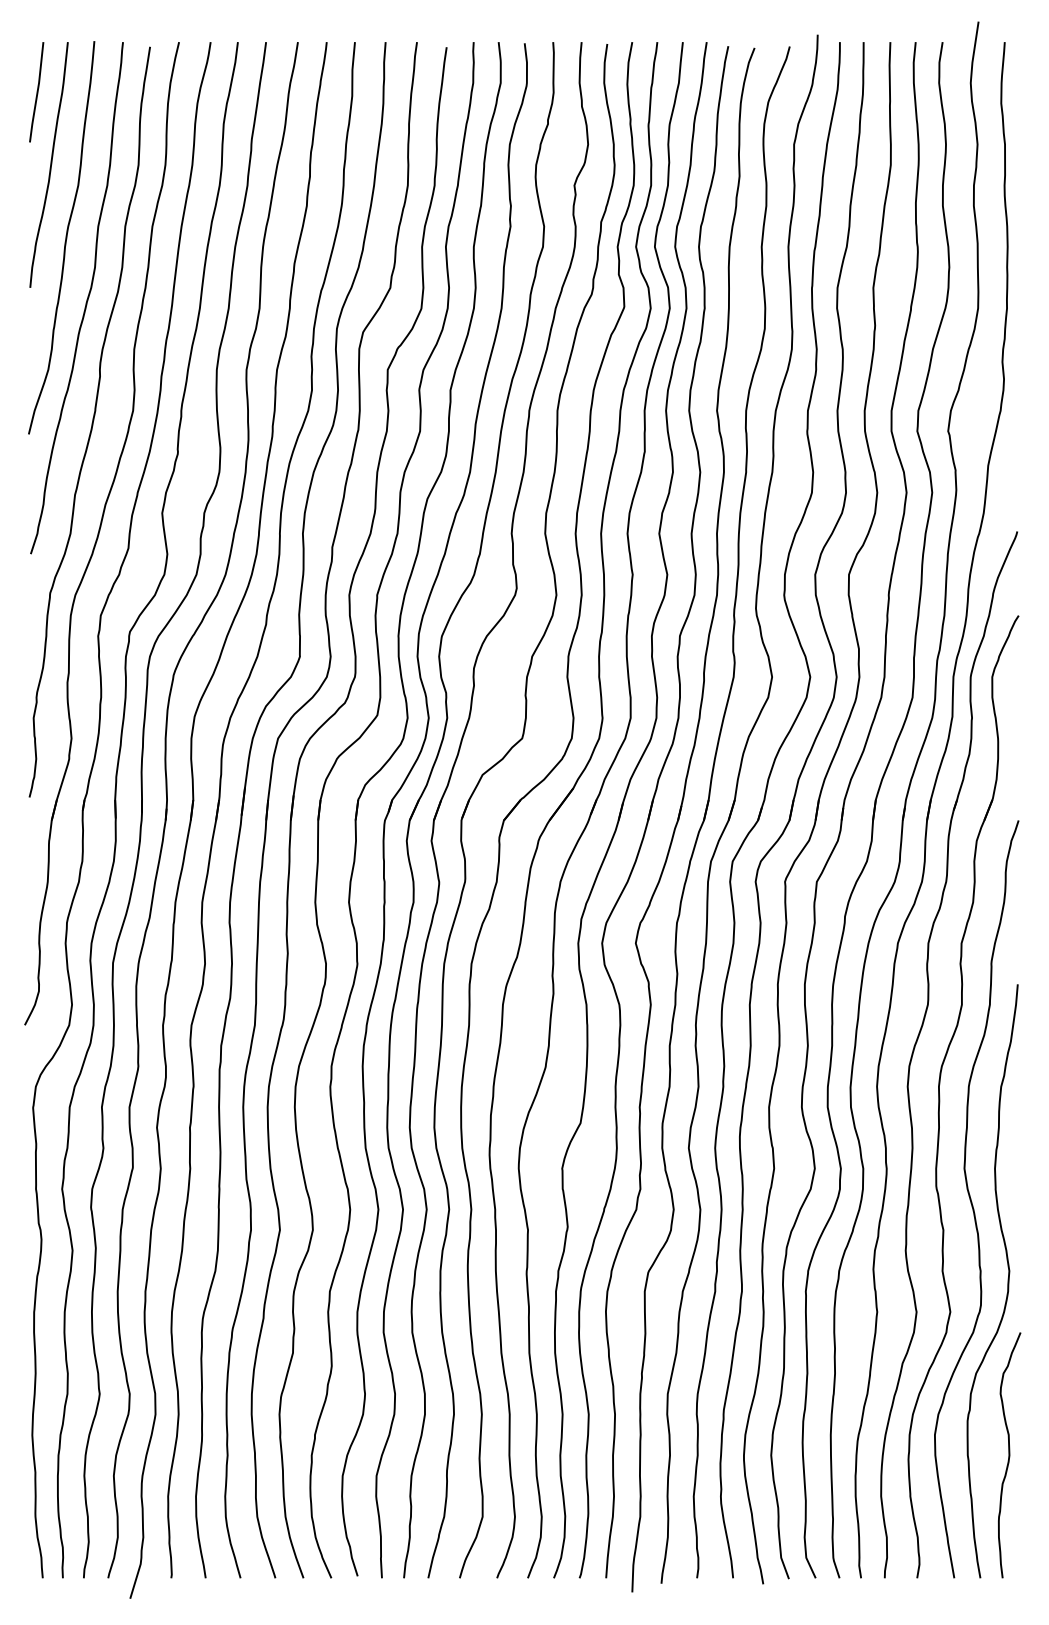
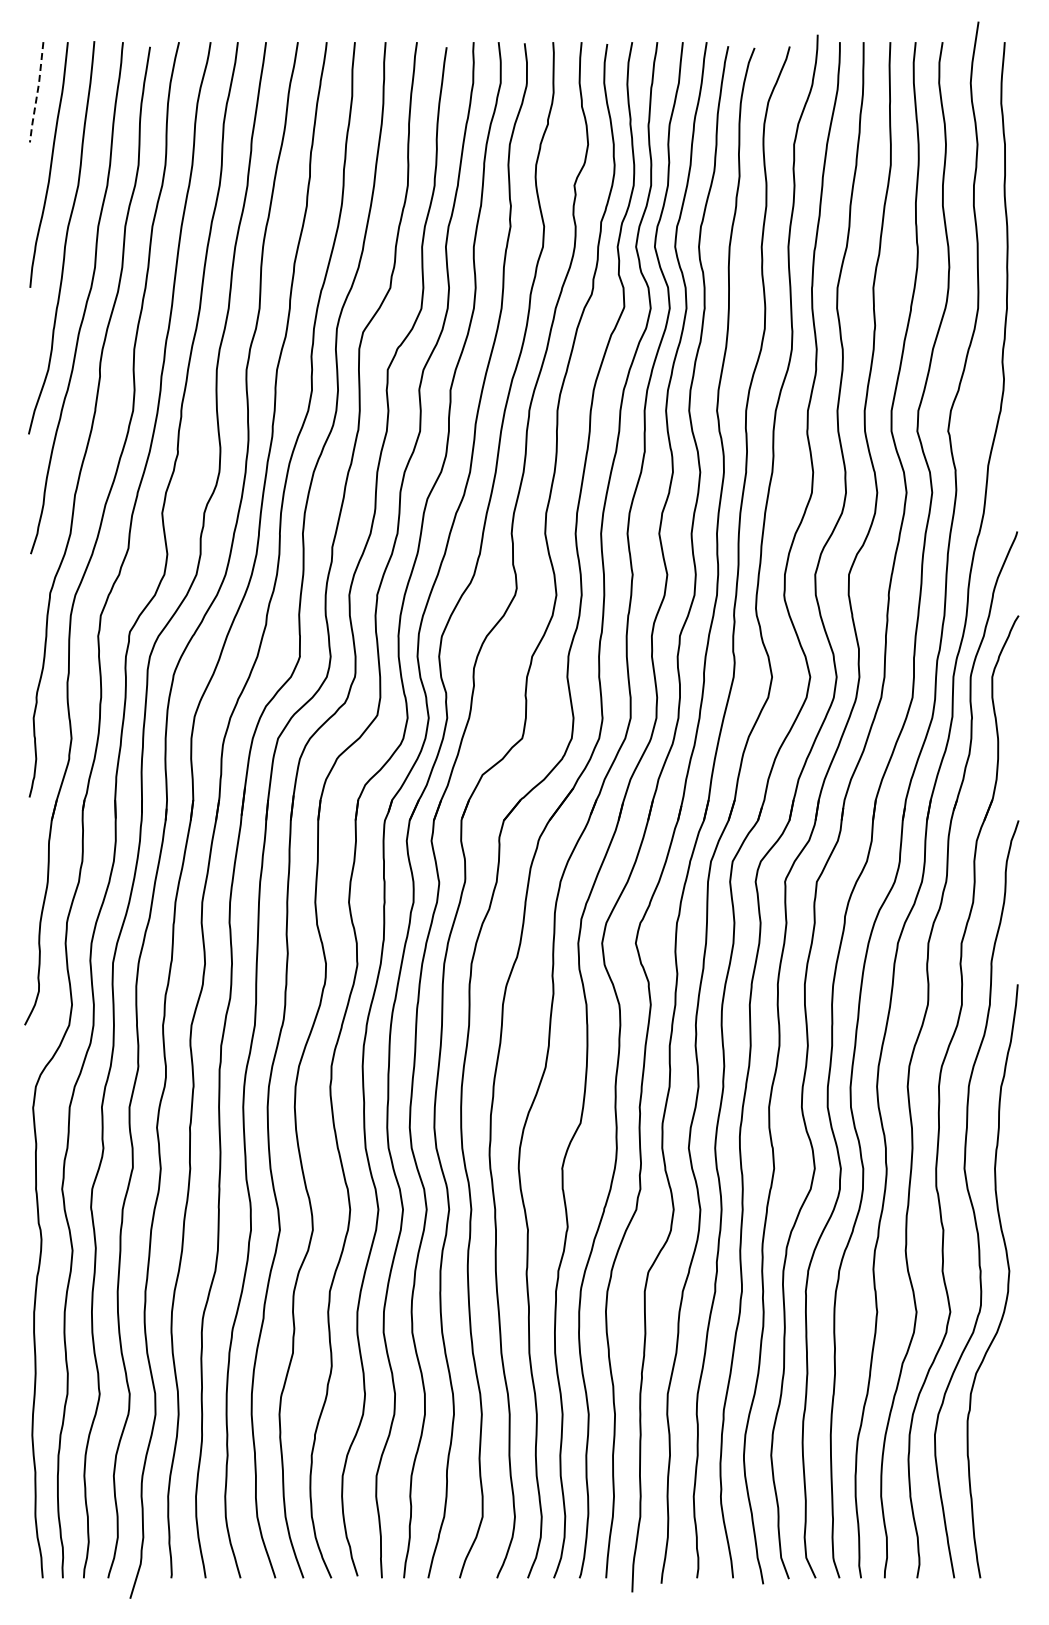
line at (37, 92): solid -> dashed
curve at (1009, 1455): present -> none
